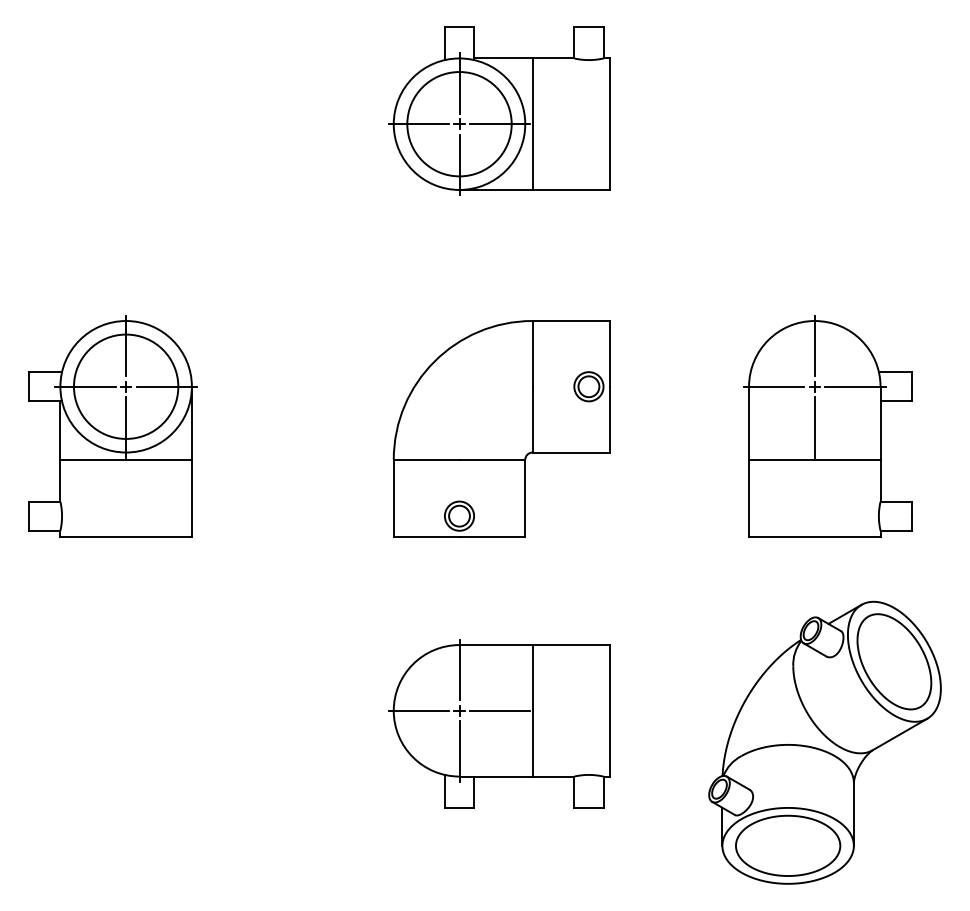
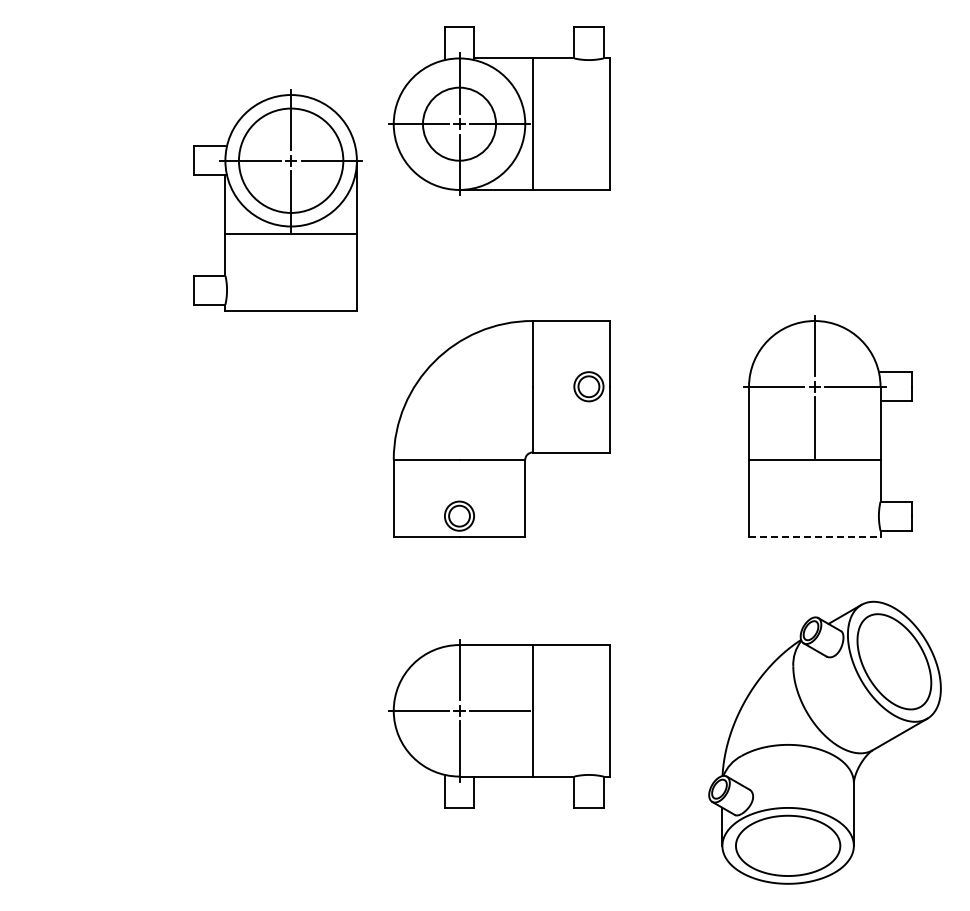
circle at (459, 124) diameter: 104 px -> 73 px
part at (112, 426) position: (112, 426) -> (277, 200)
line at (814, 537): solid -> dashed
